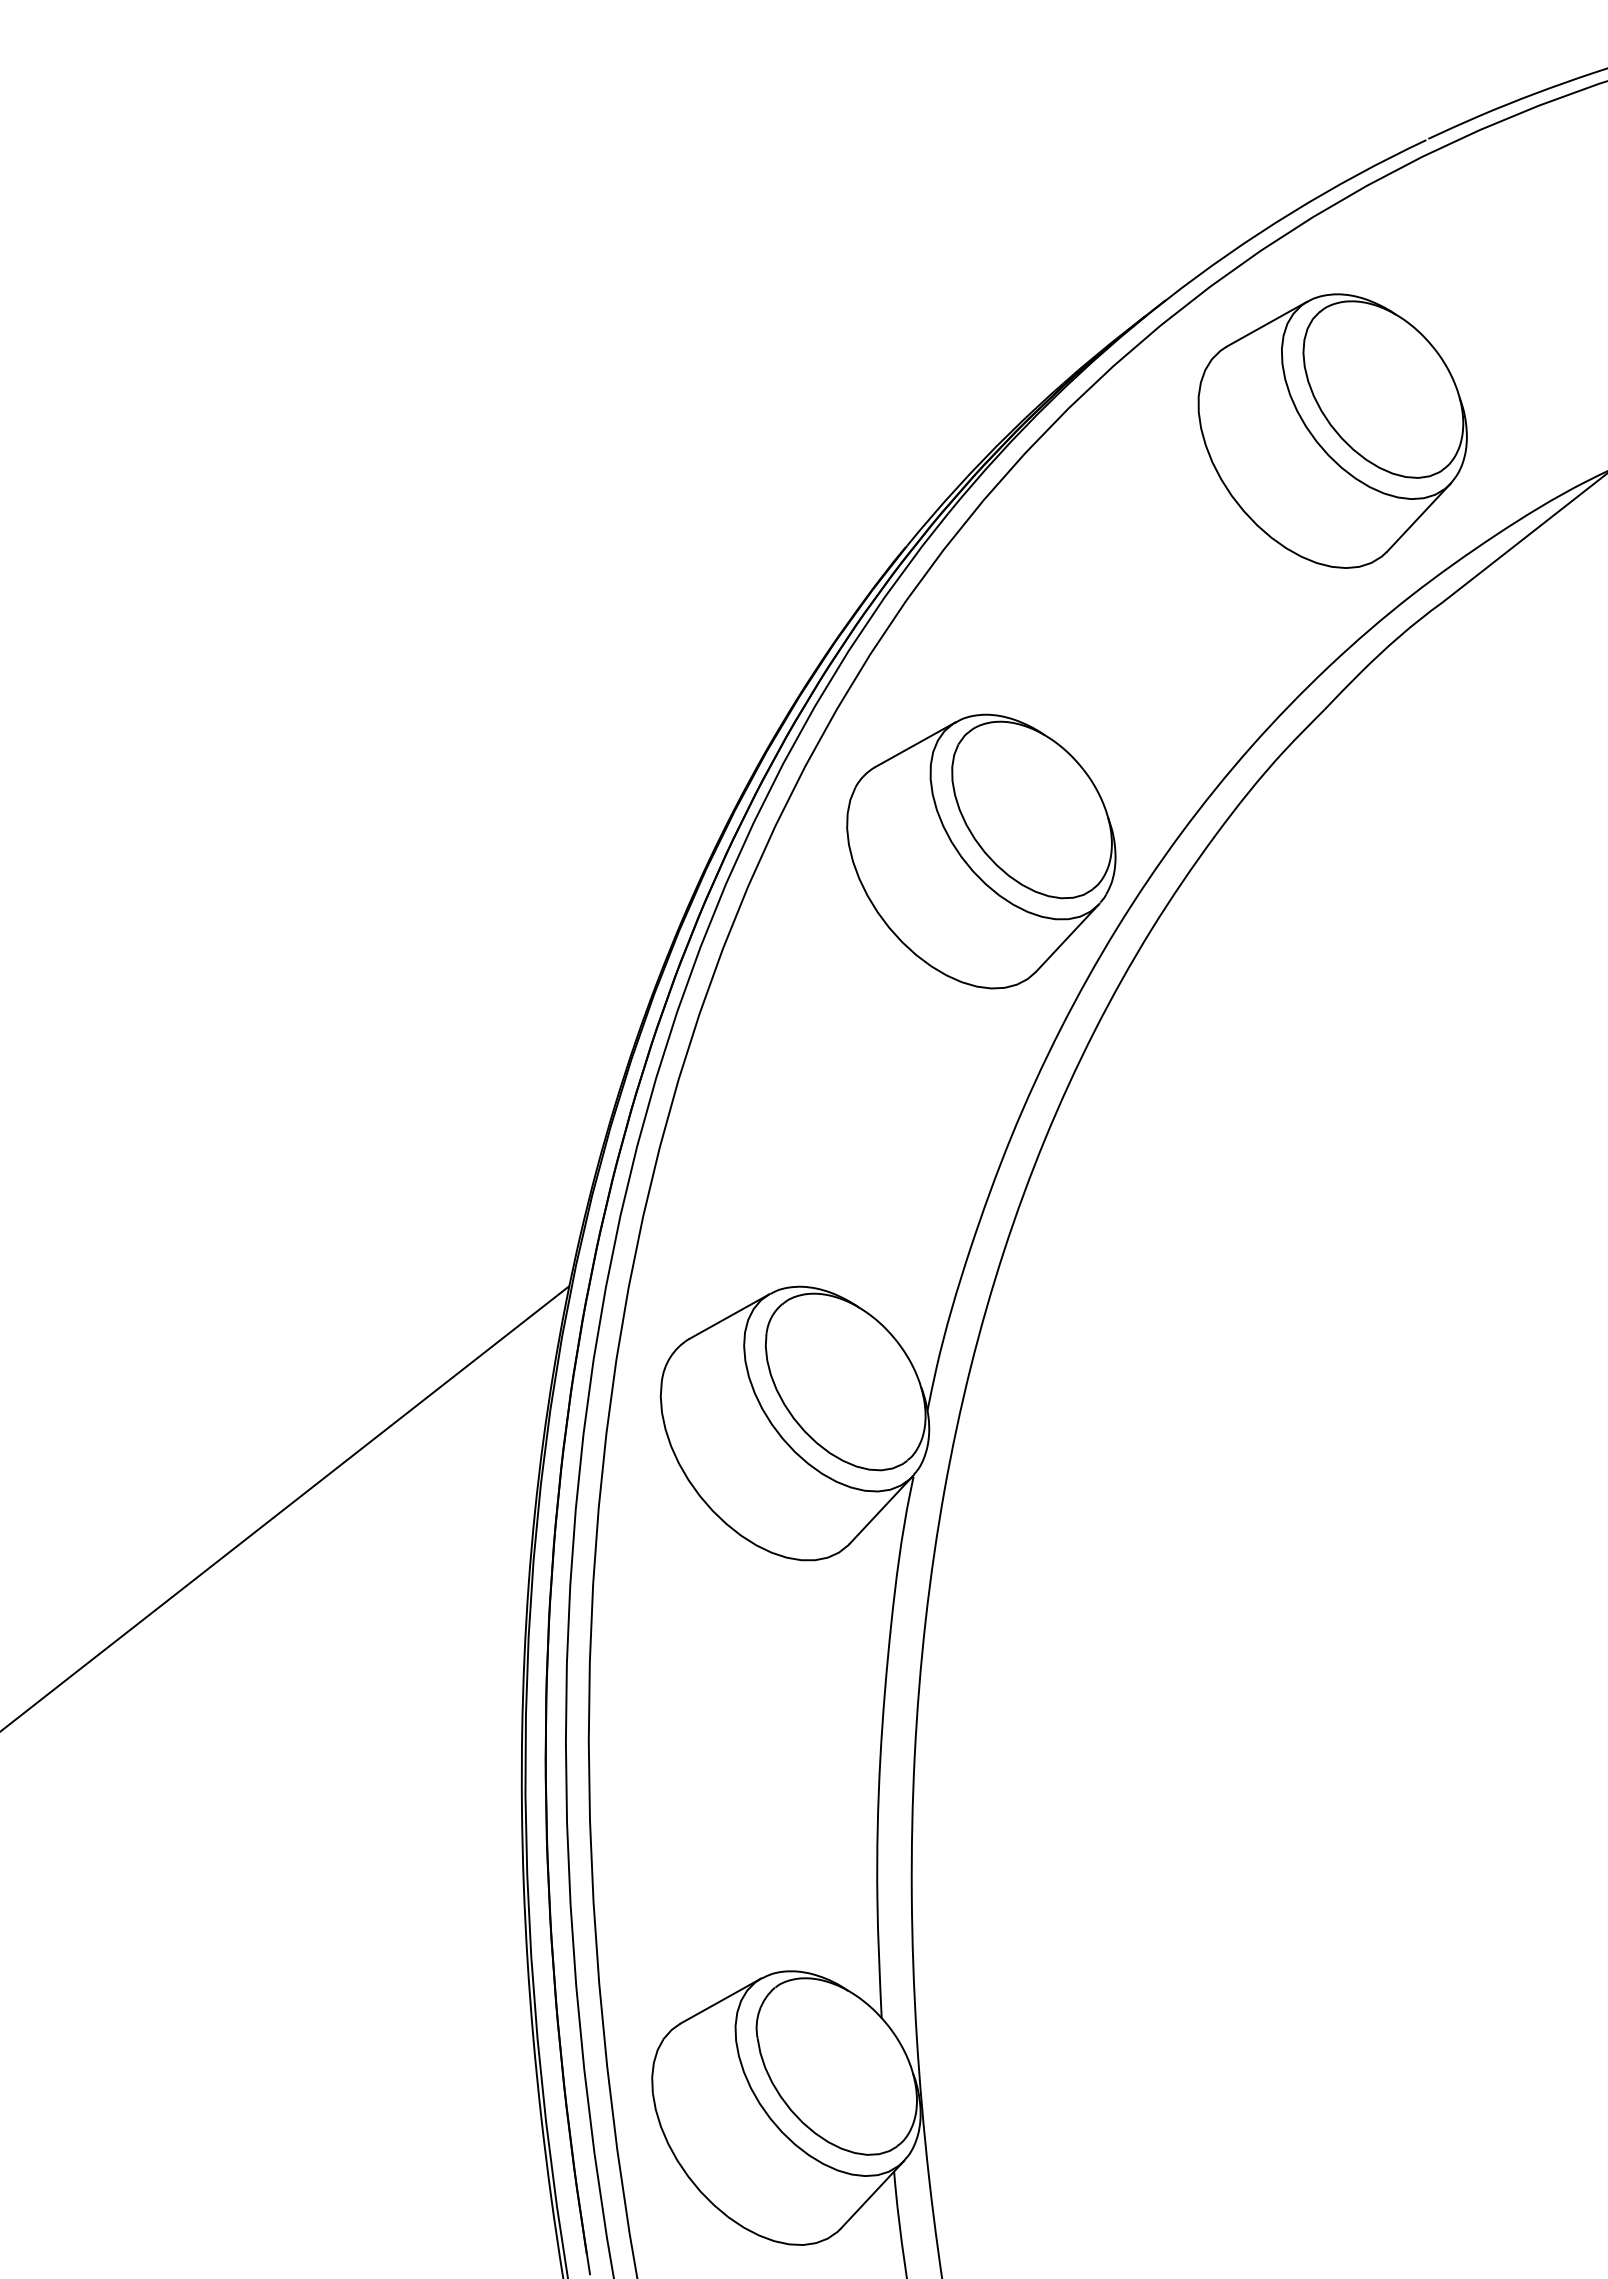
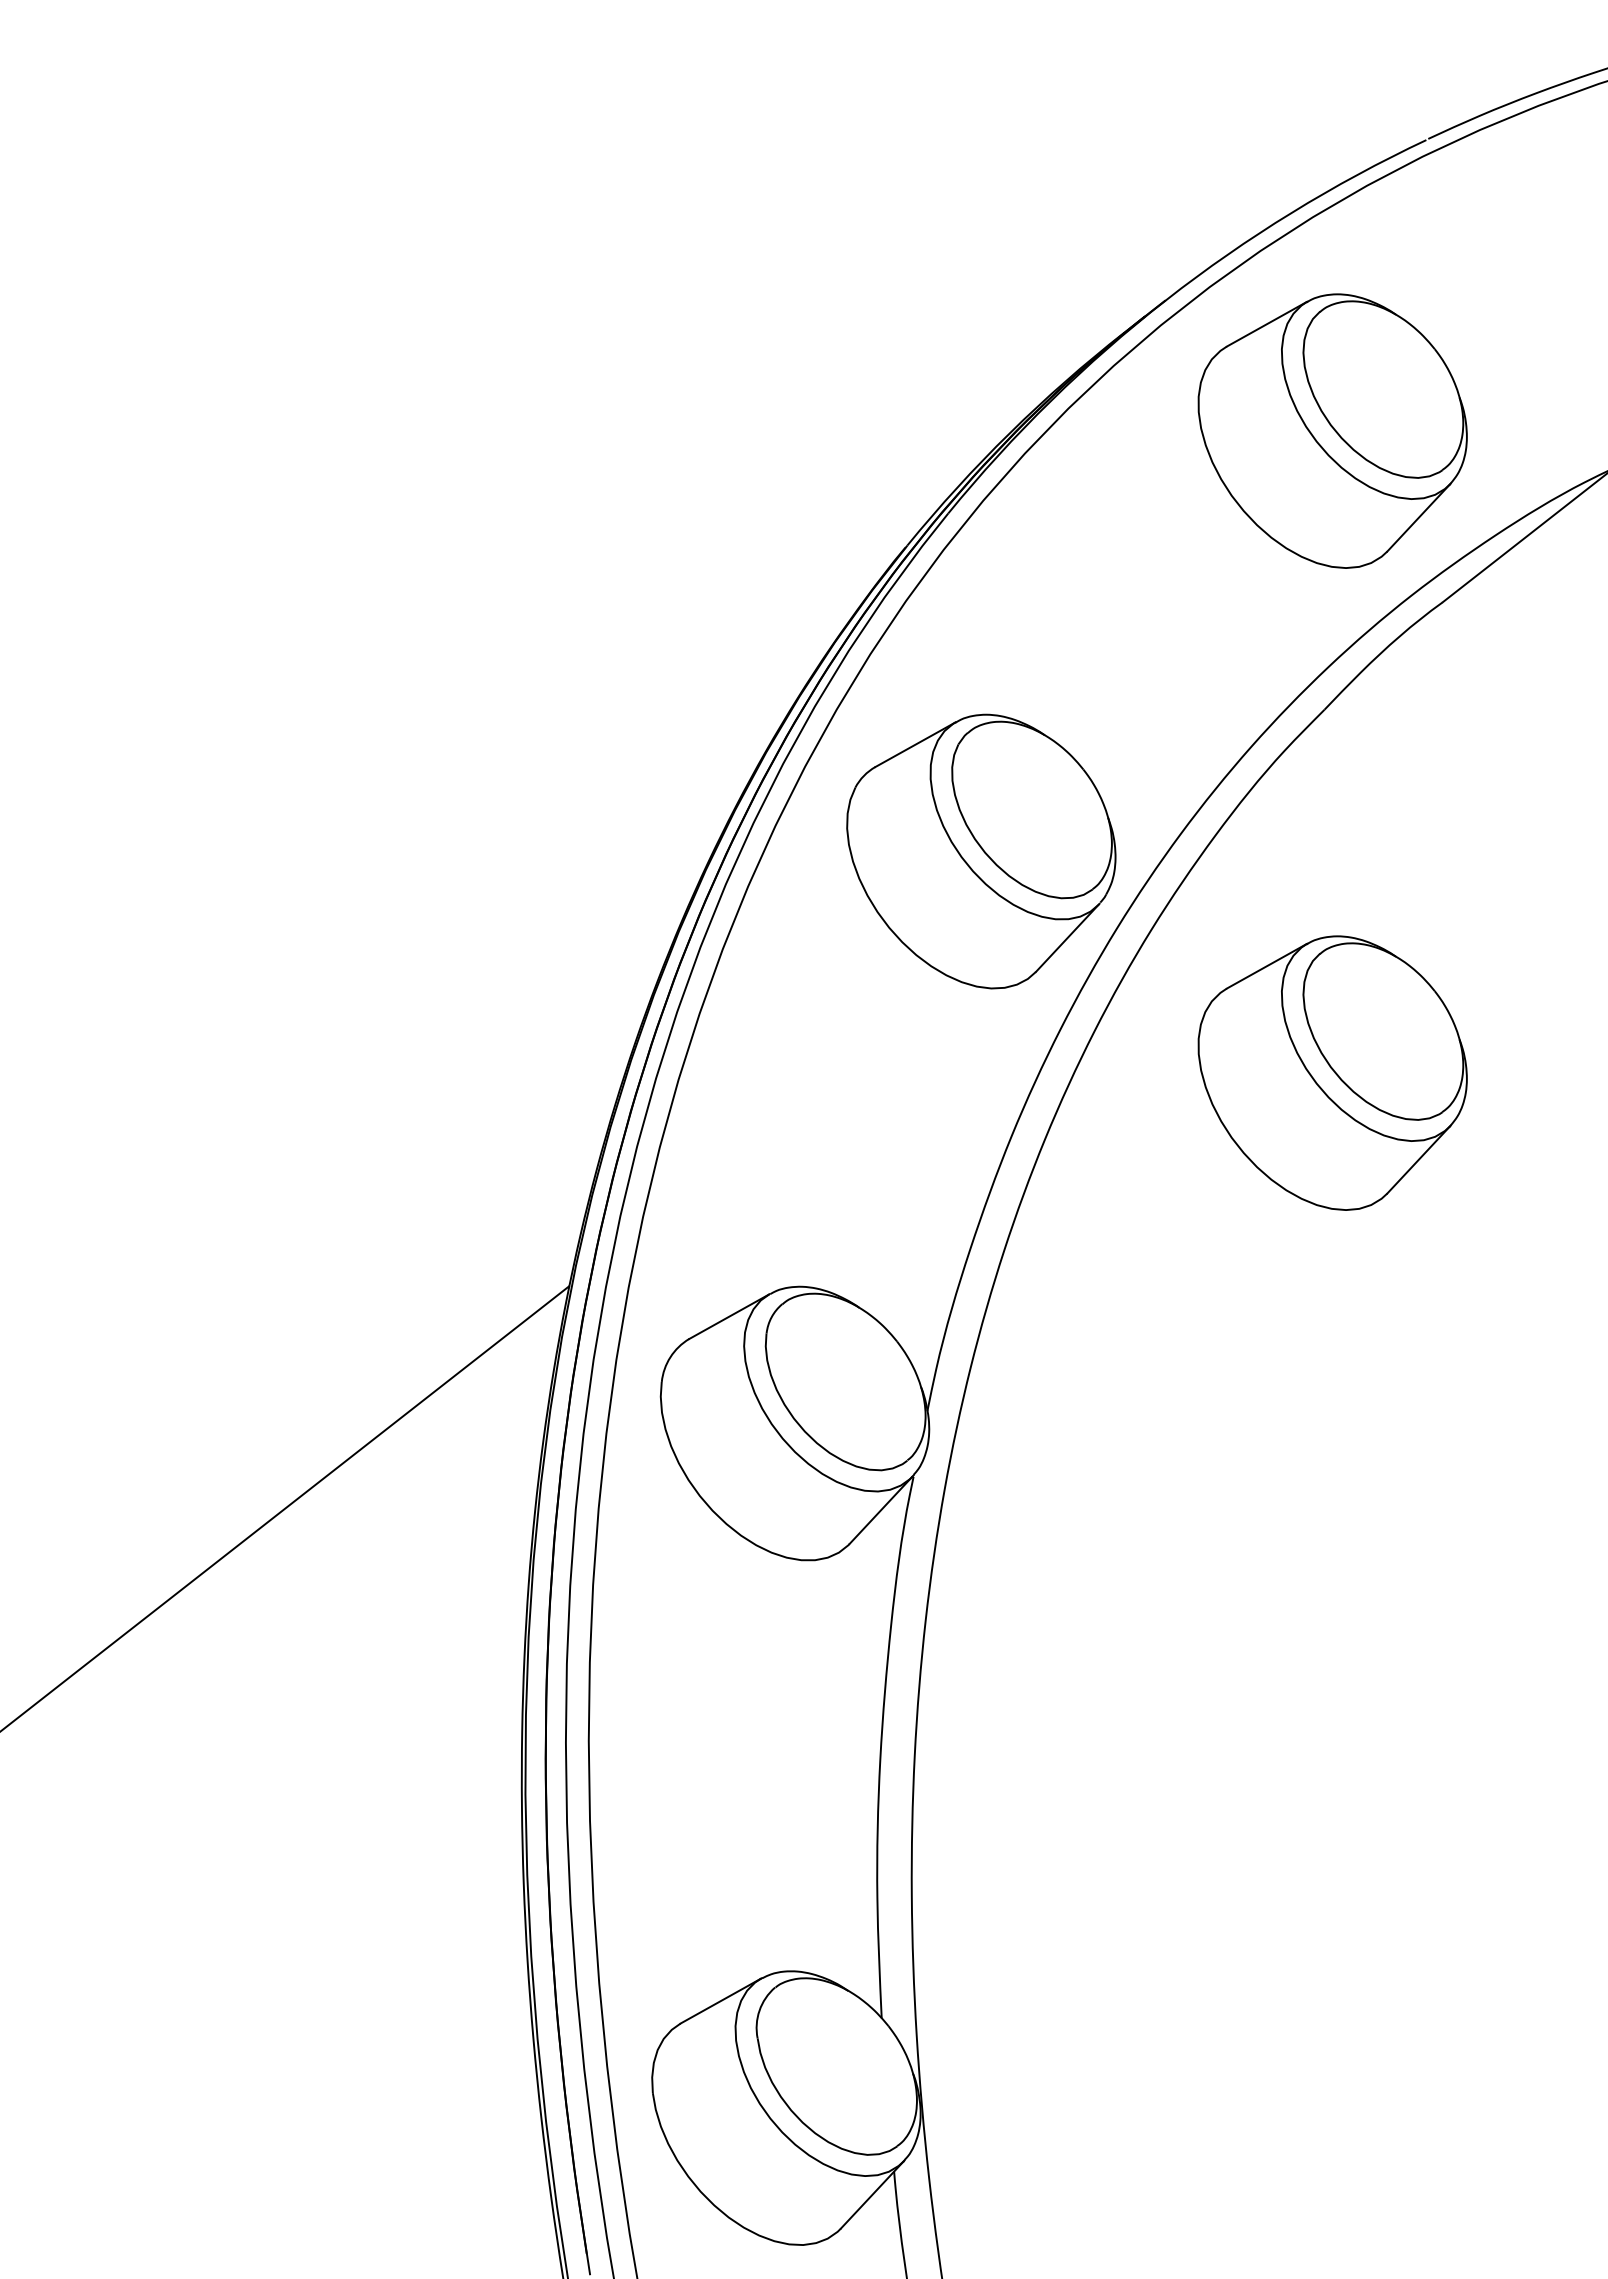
part at (1332, 1072): none -> present
